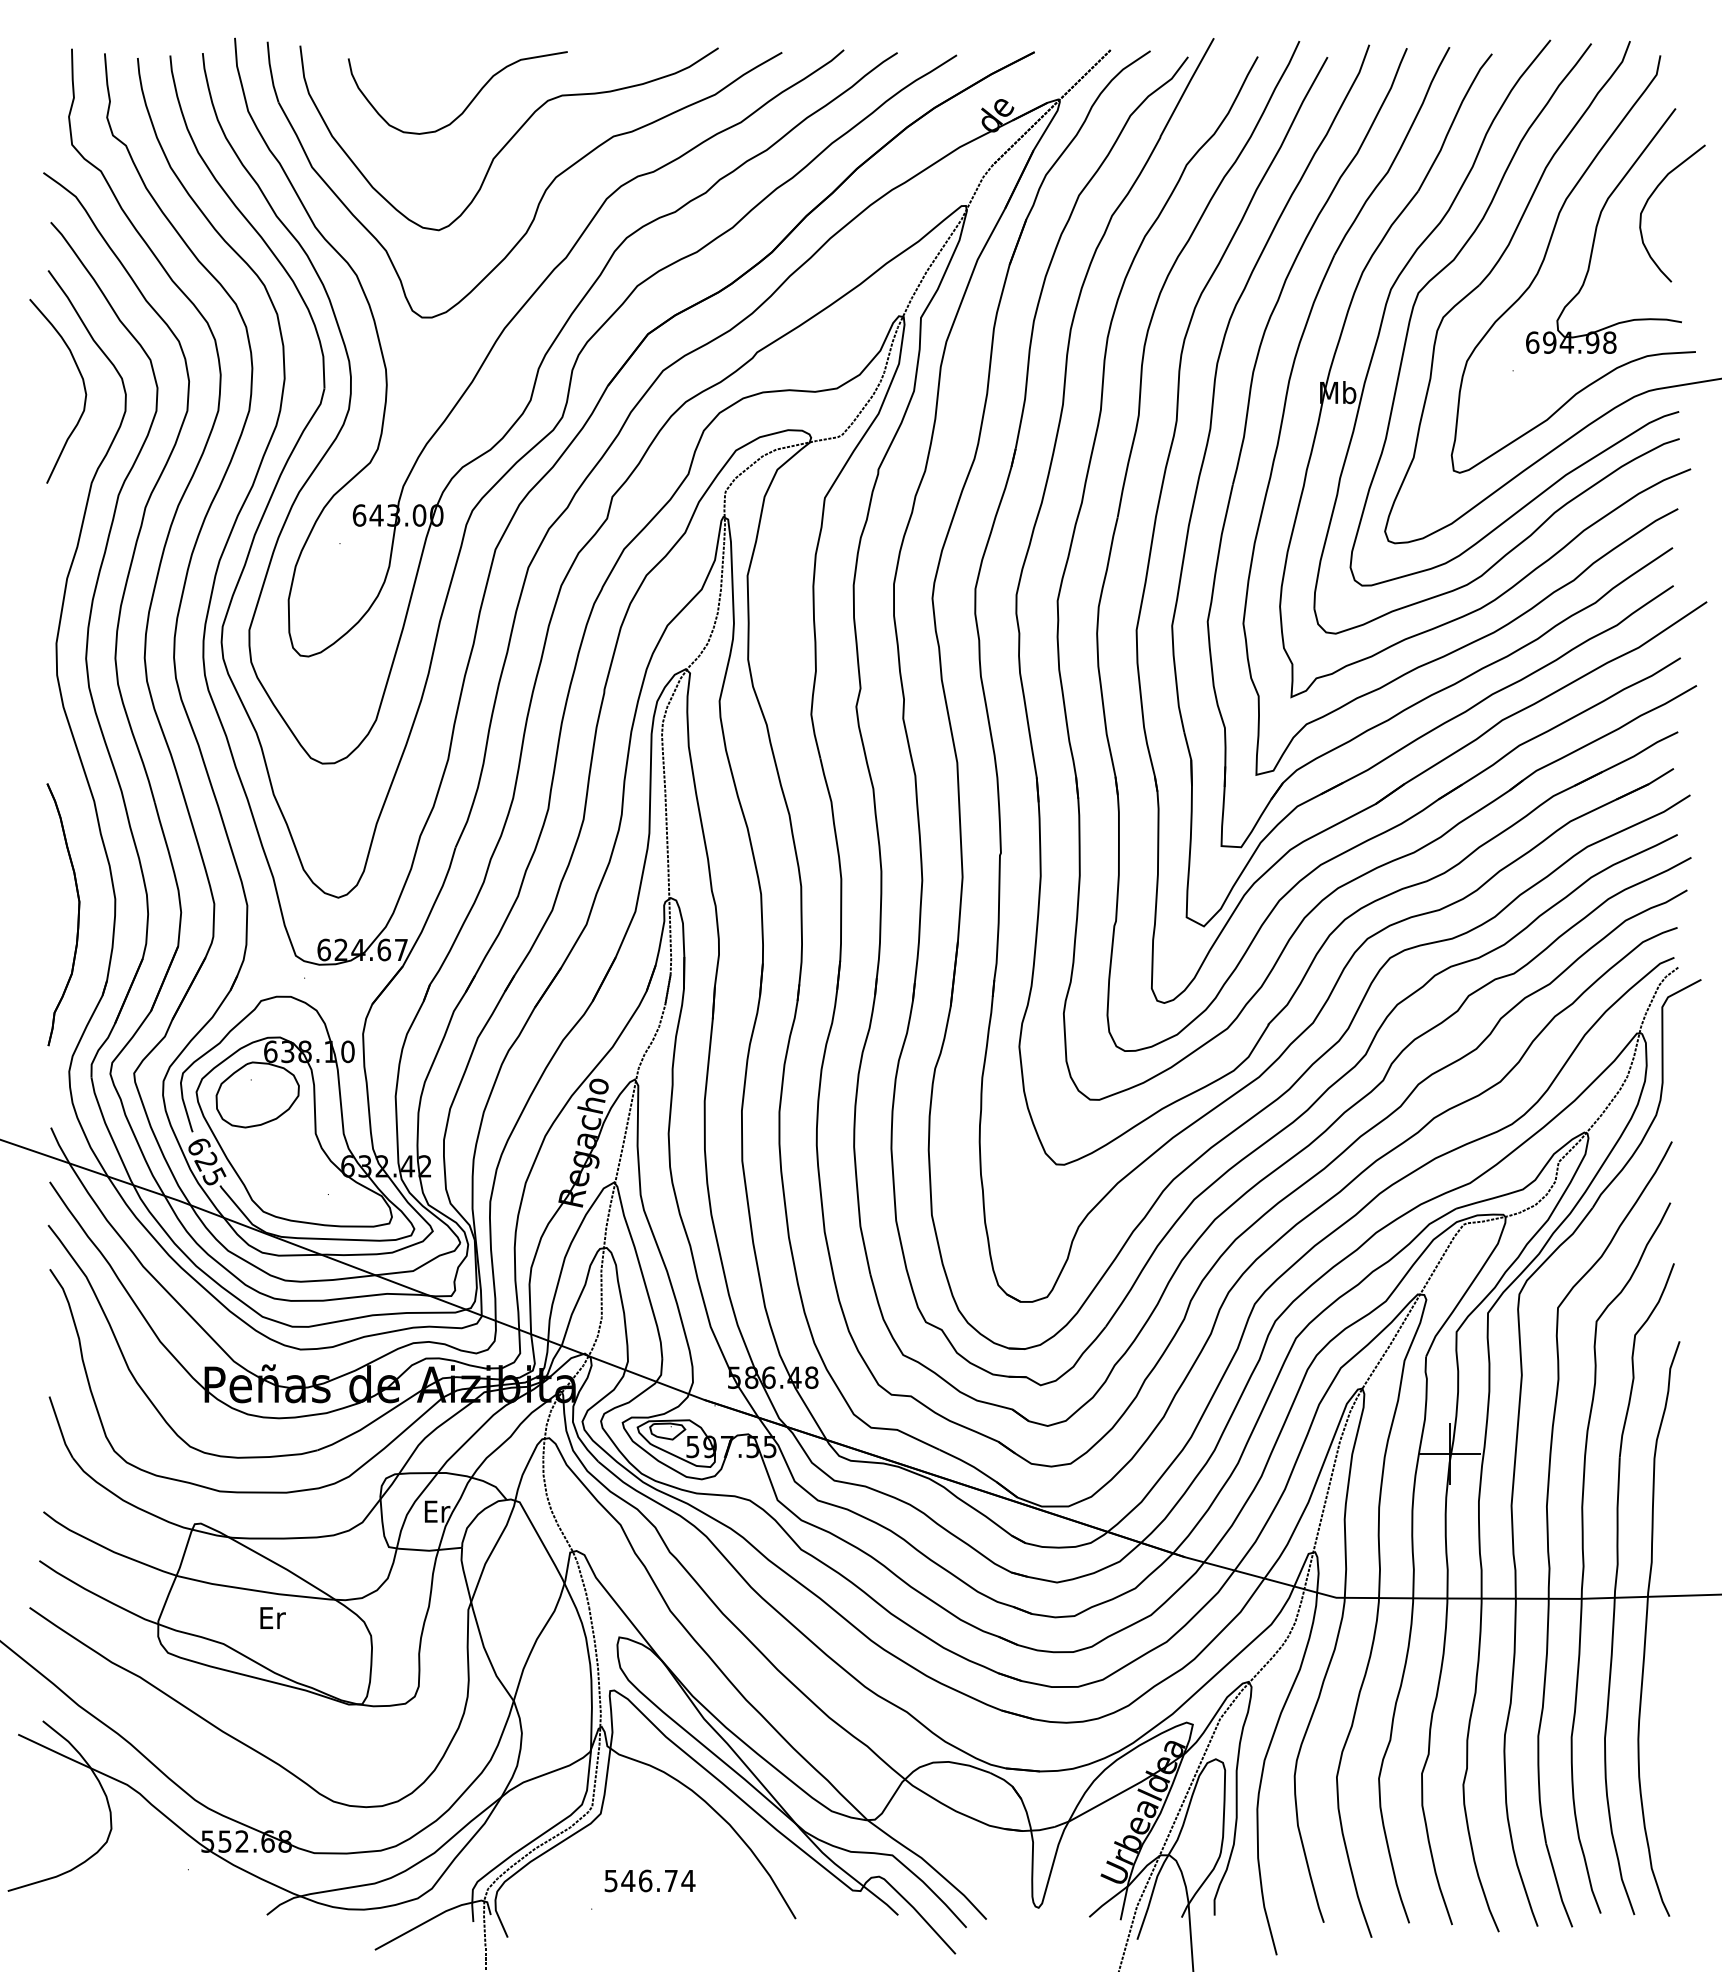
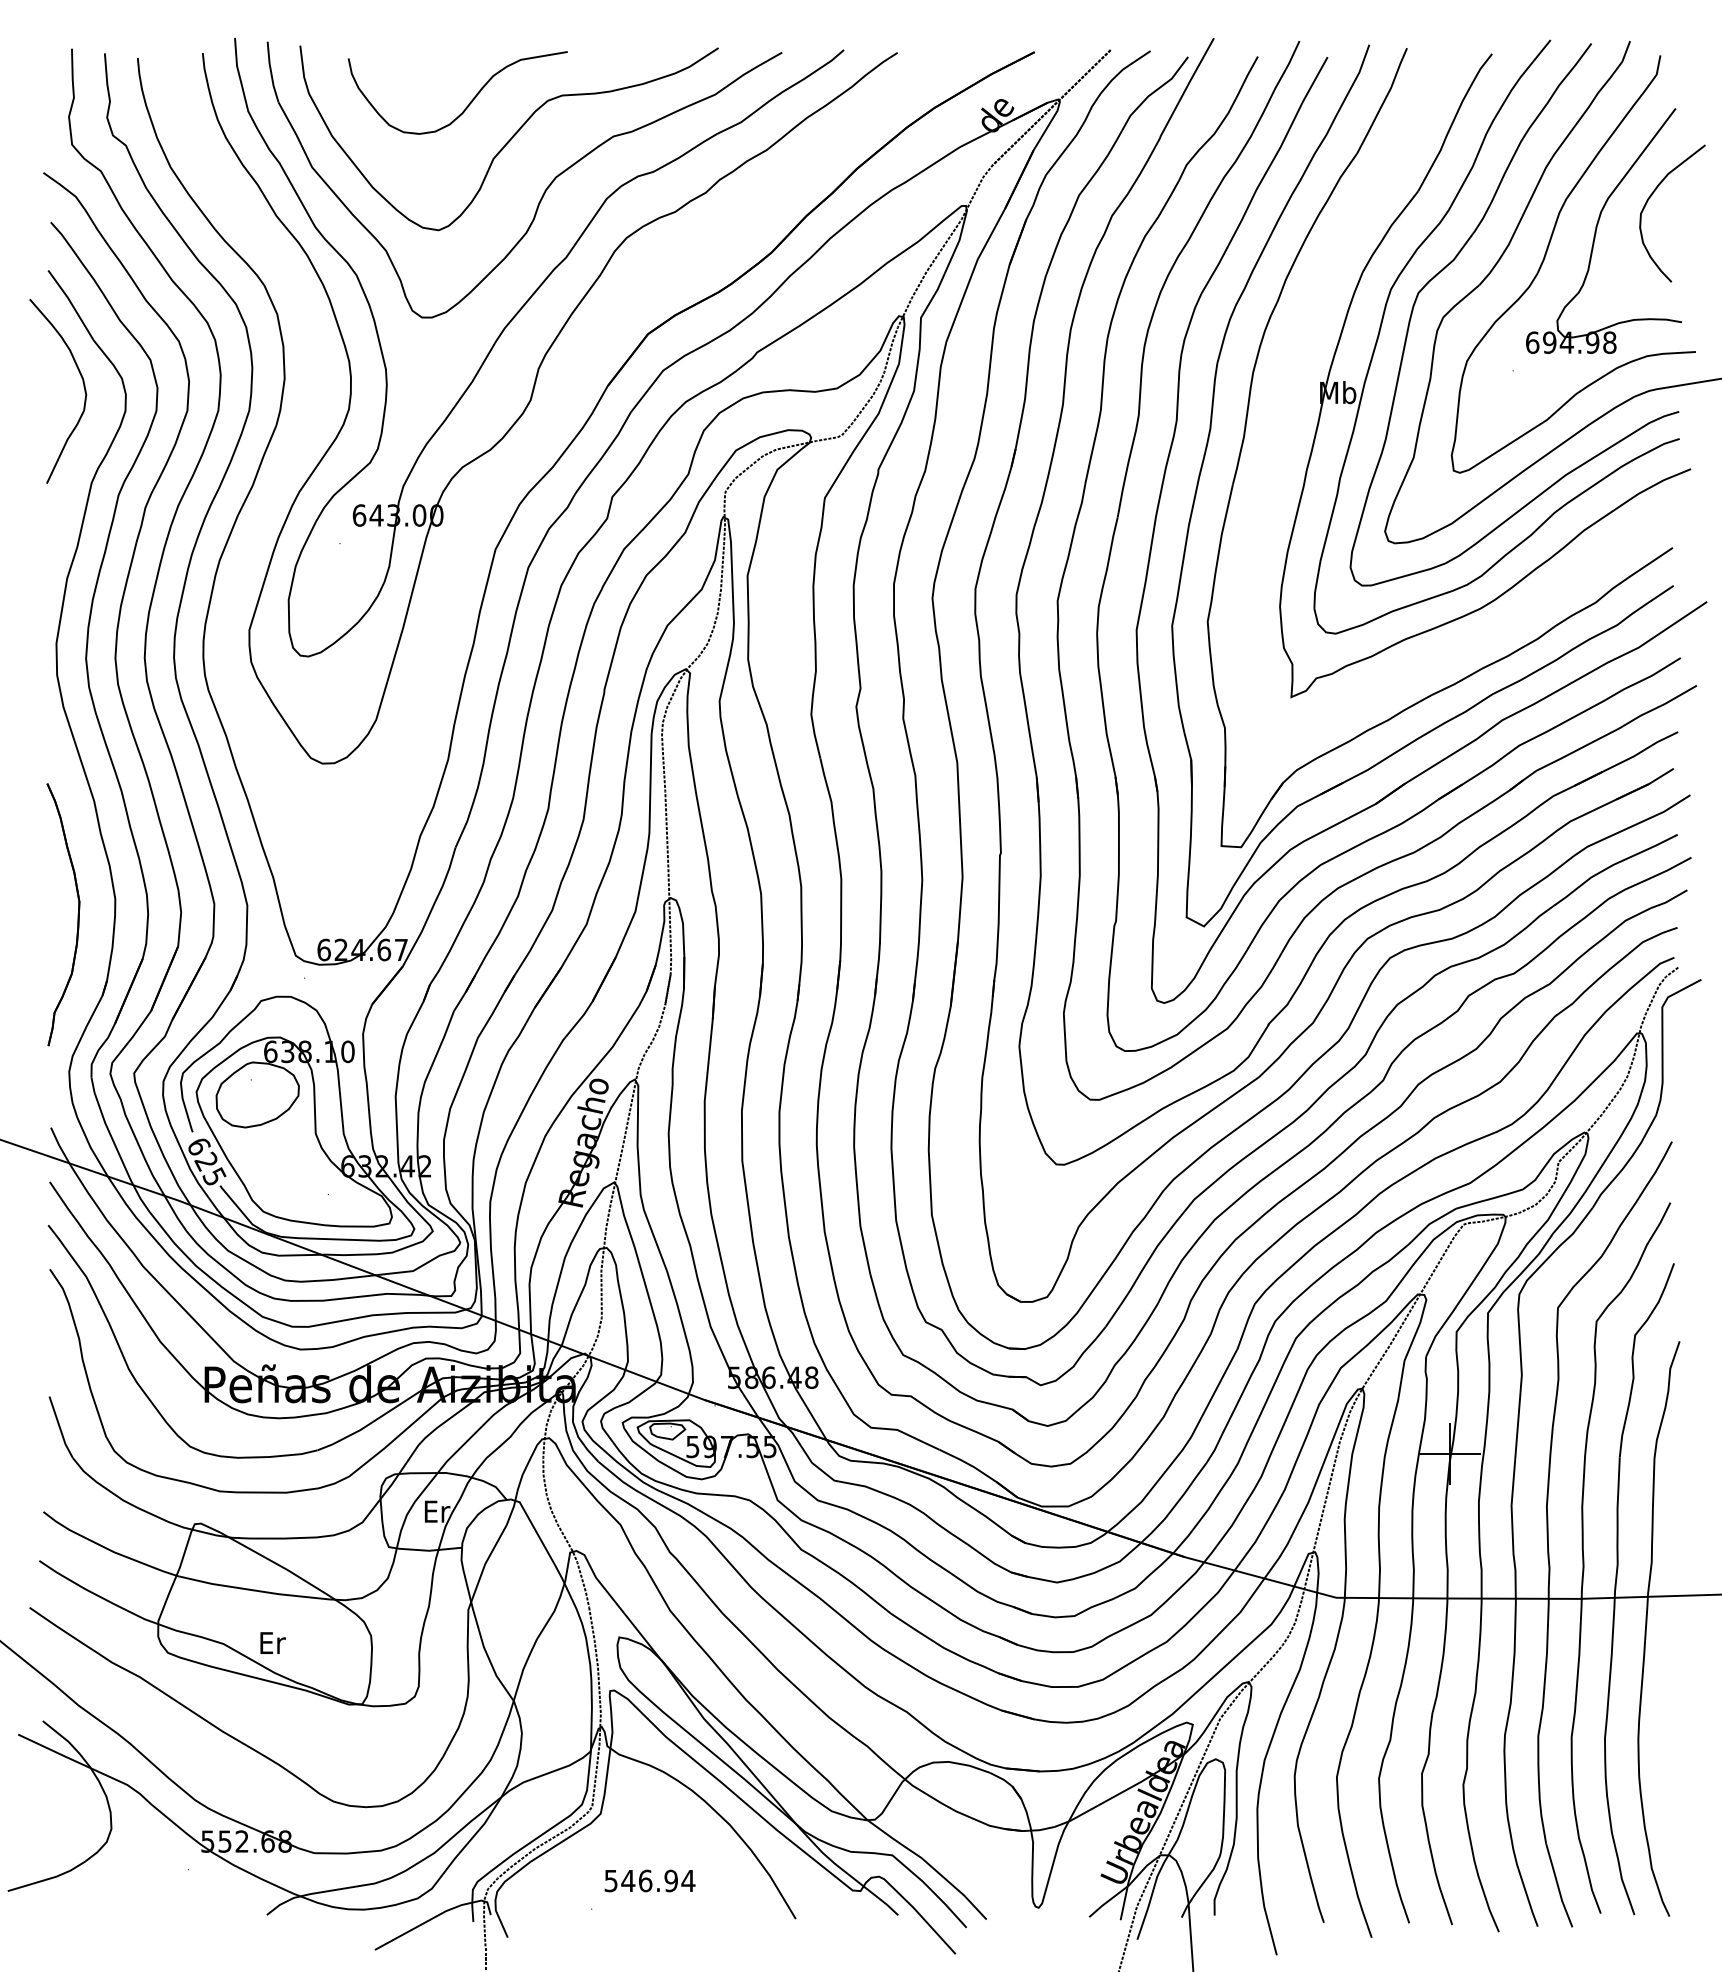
part at (1293, 369): present -> none
part at (535, 447): present -> none
text at (272, 1617) position: (272, 1617) -> (272, 1642)
text at (670, 1880): 546.74 -> 546.94
